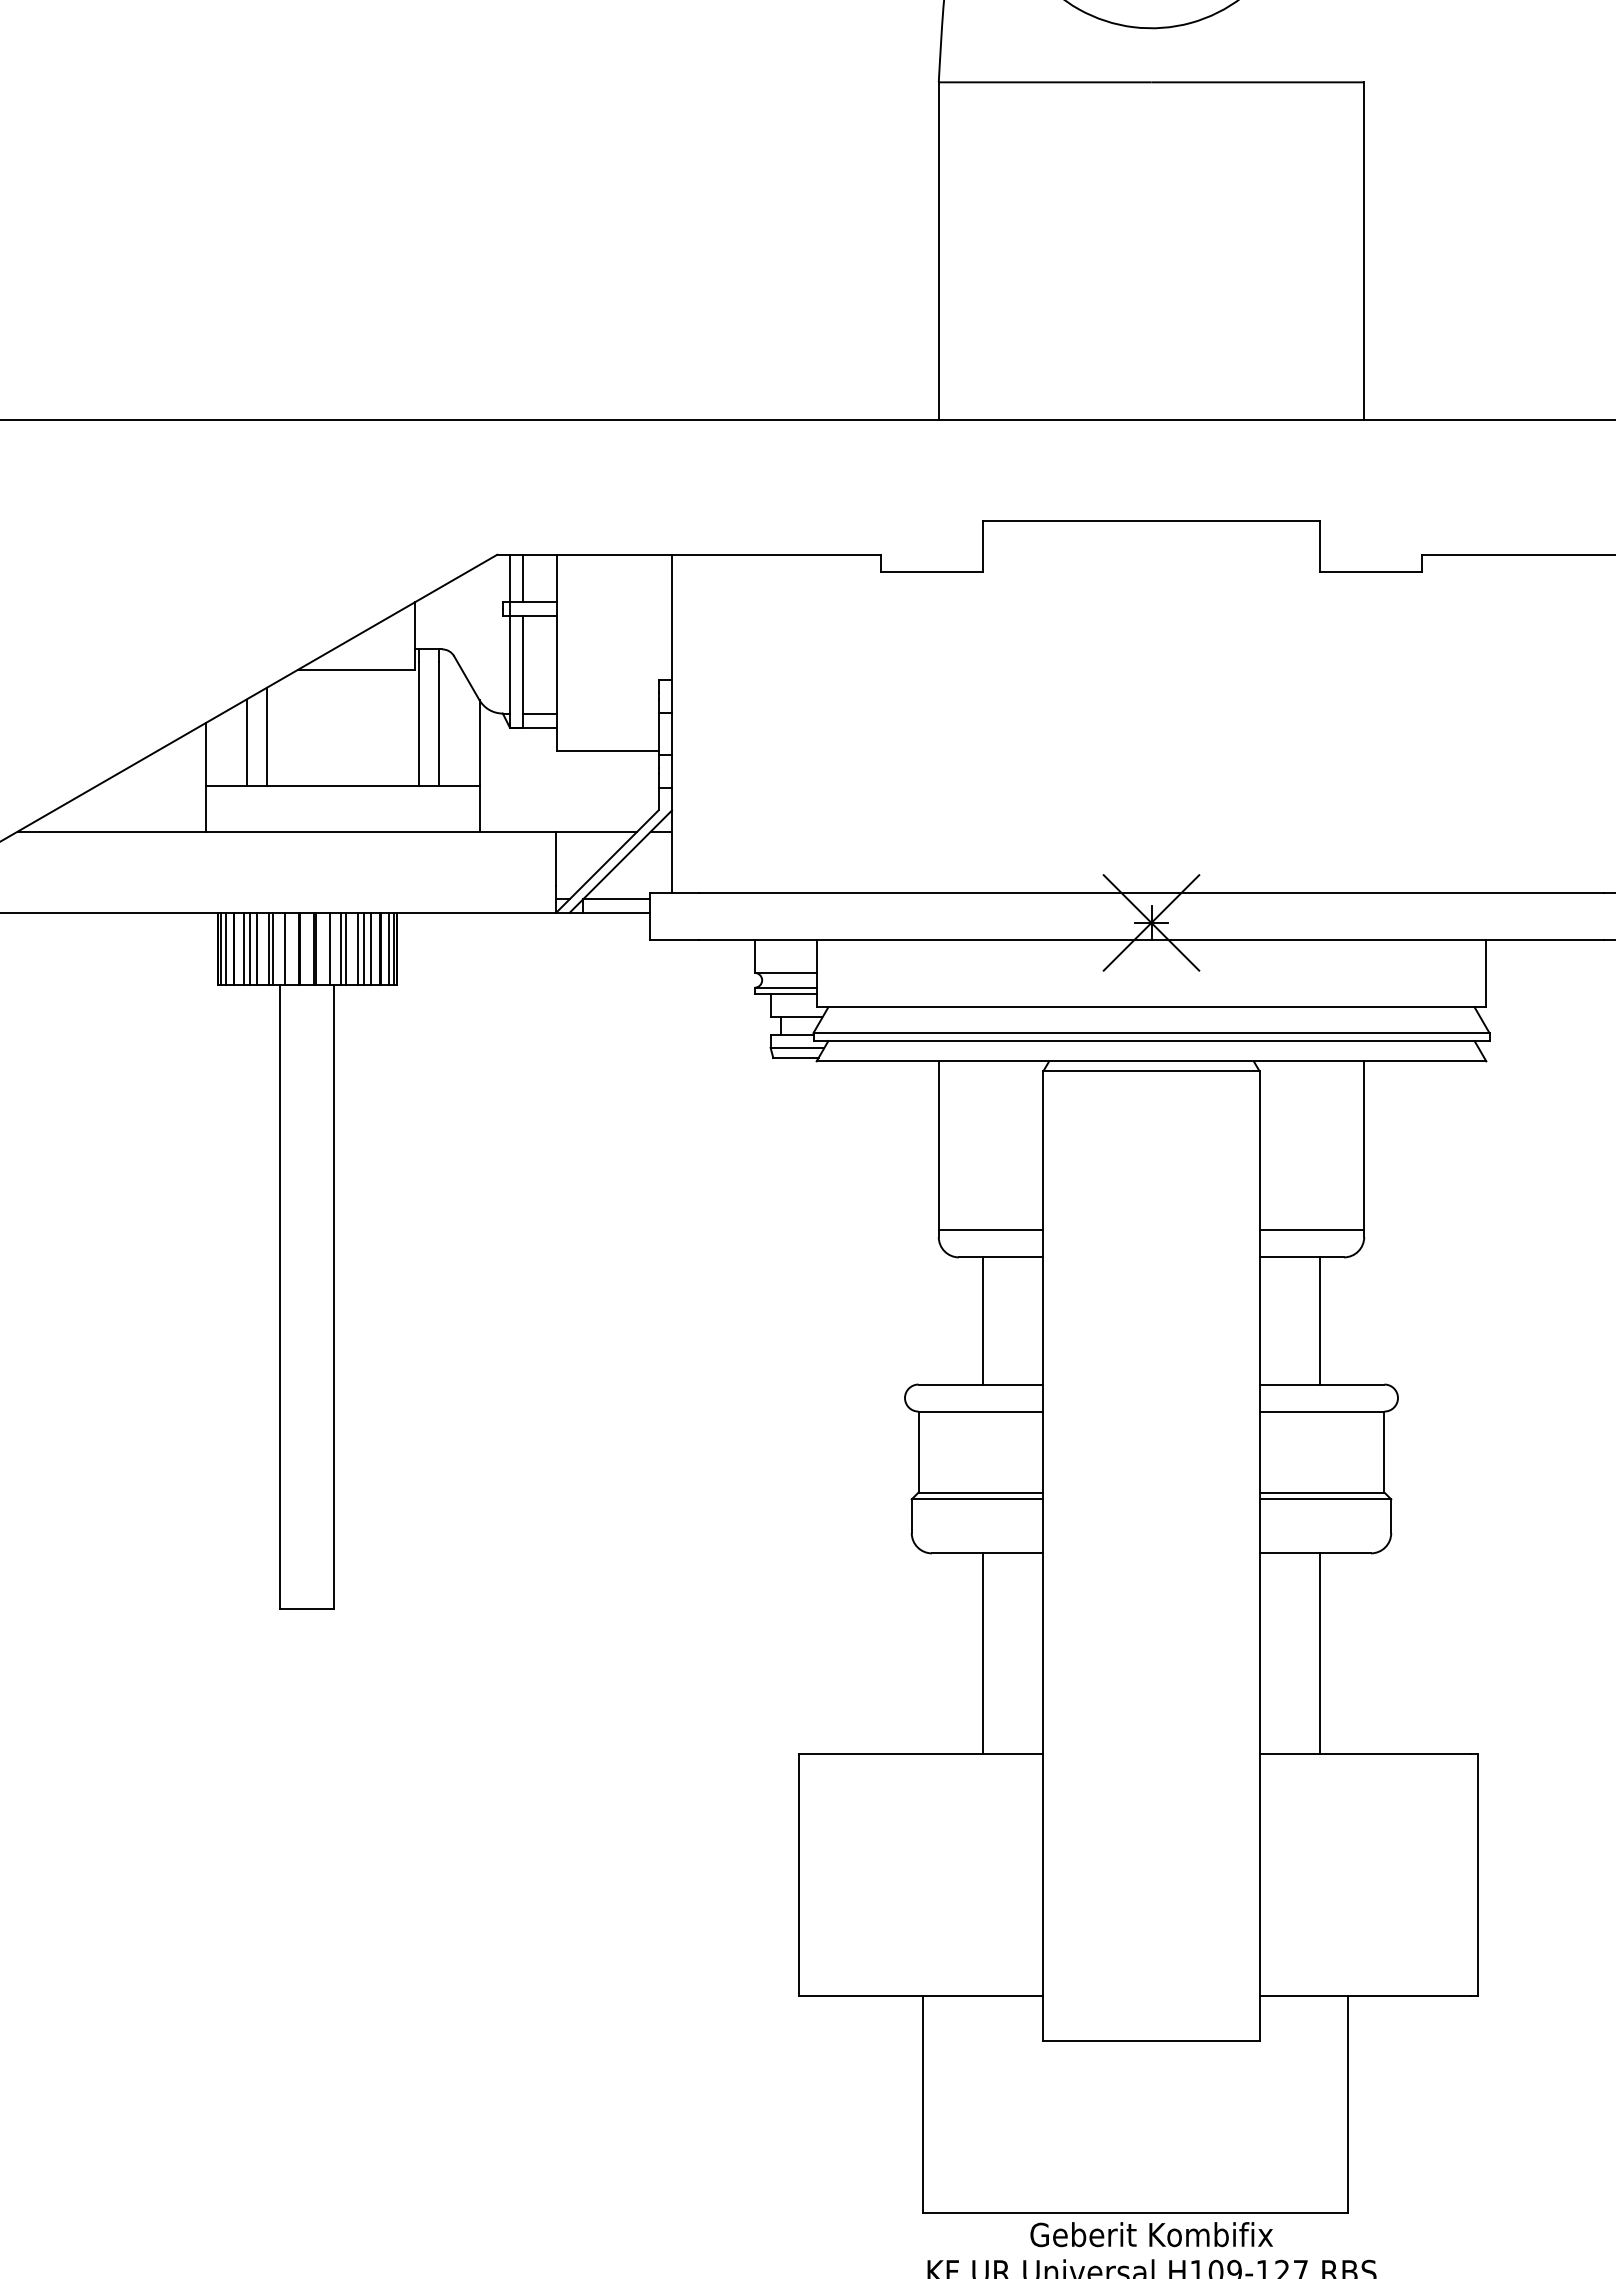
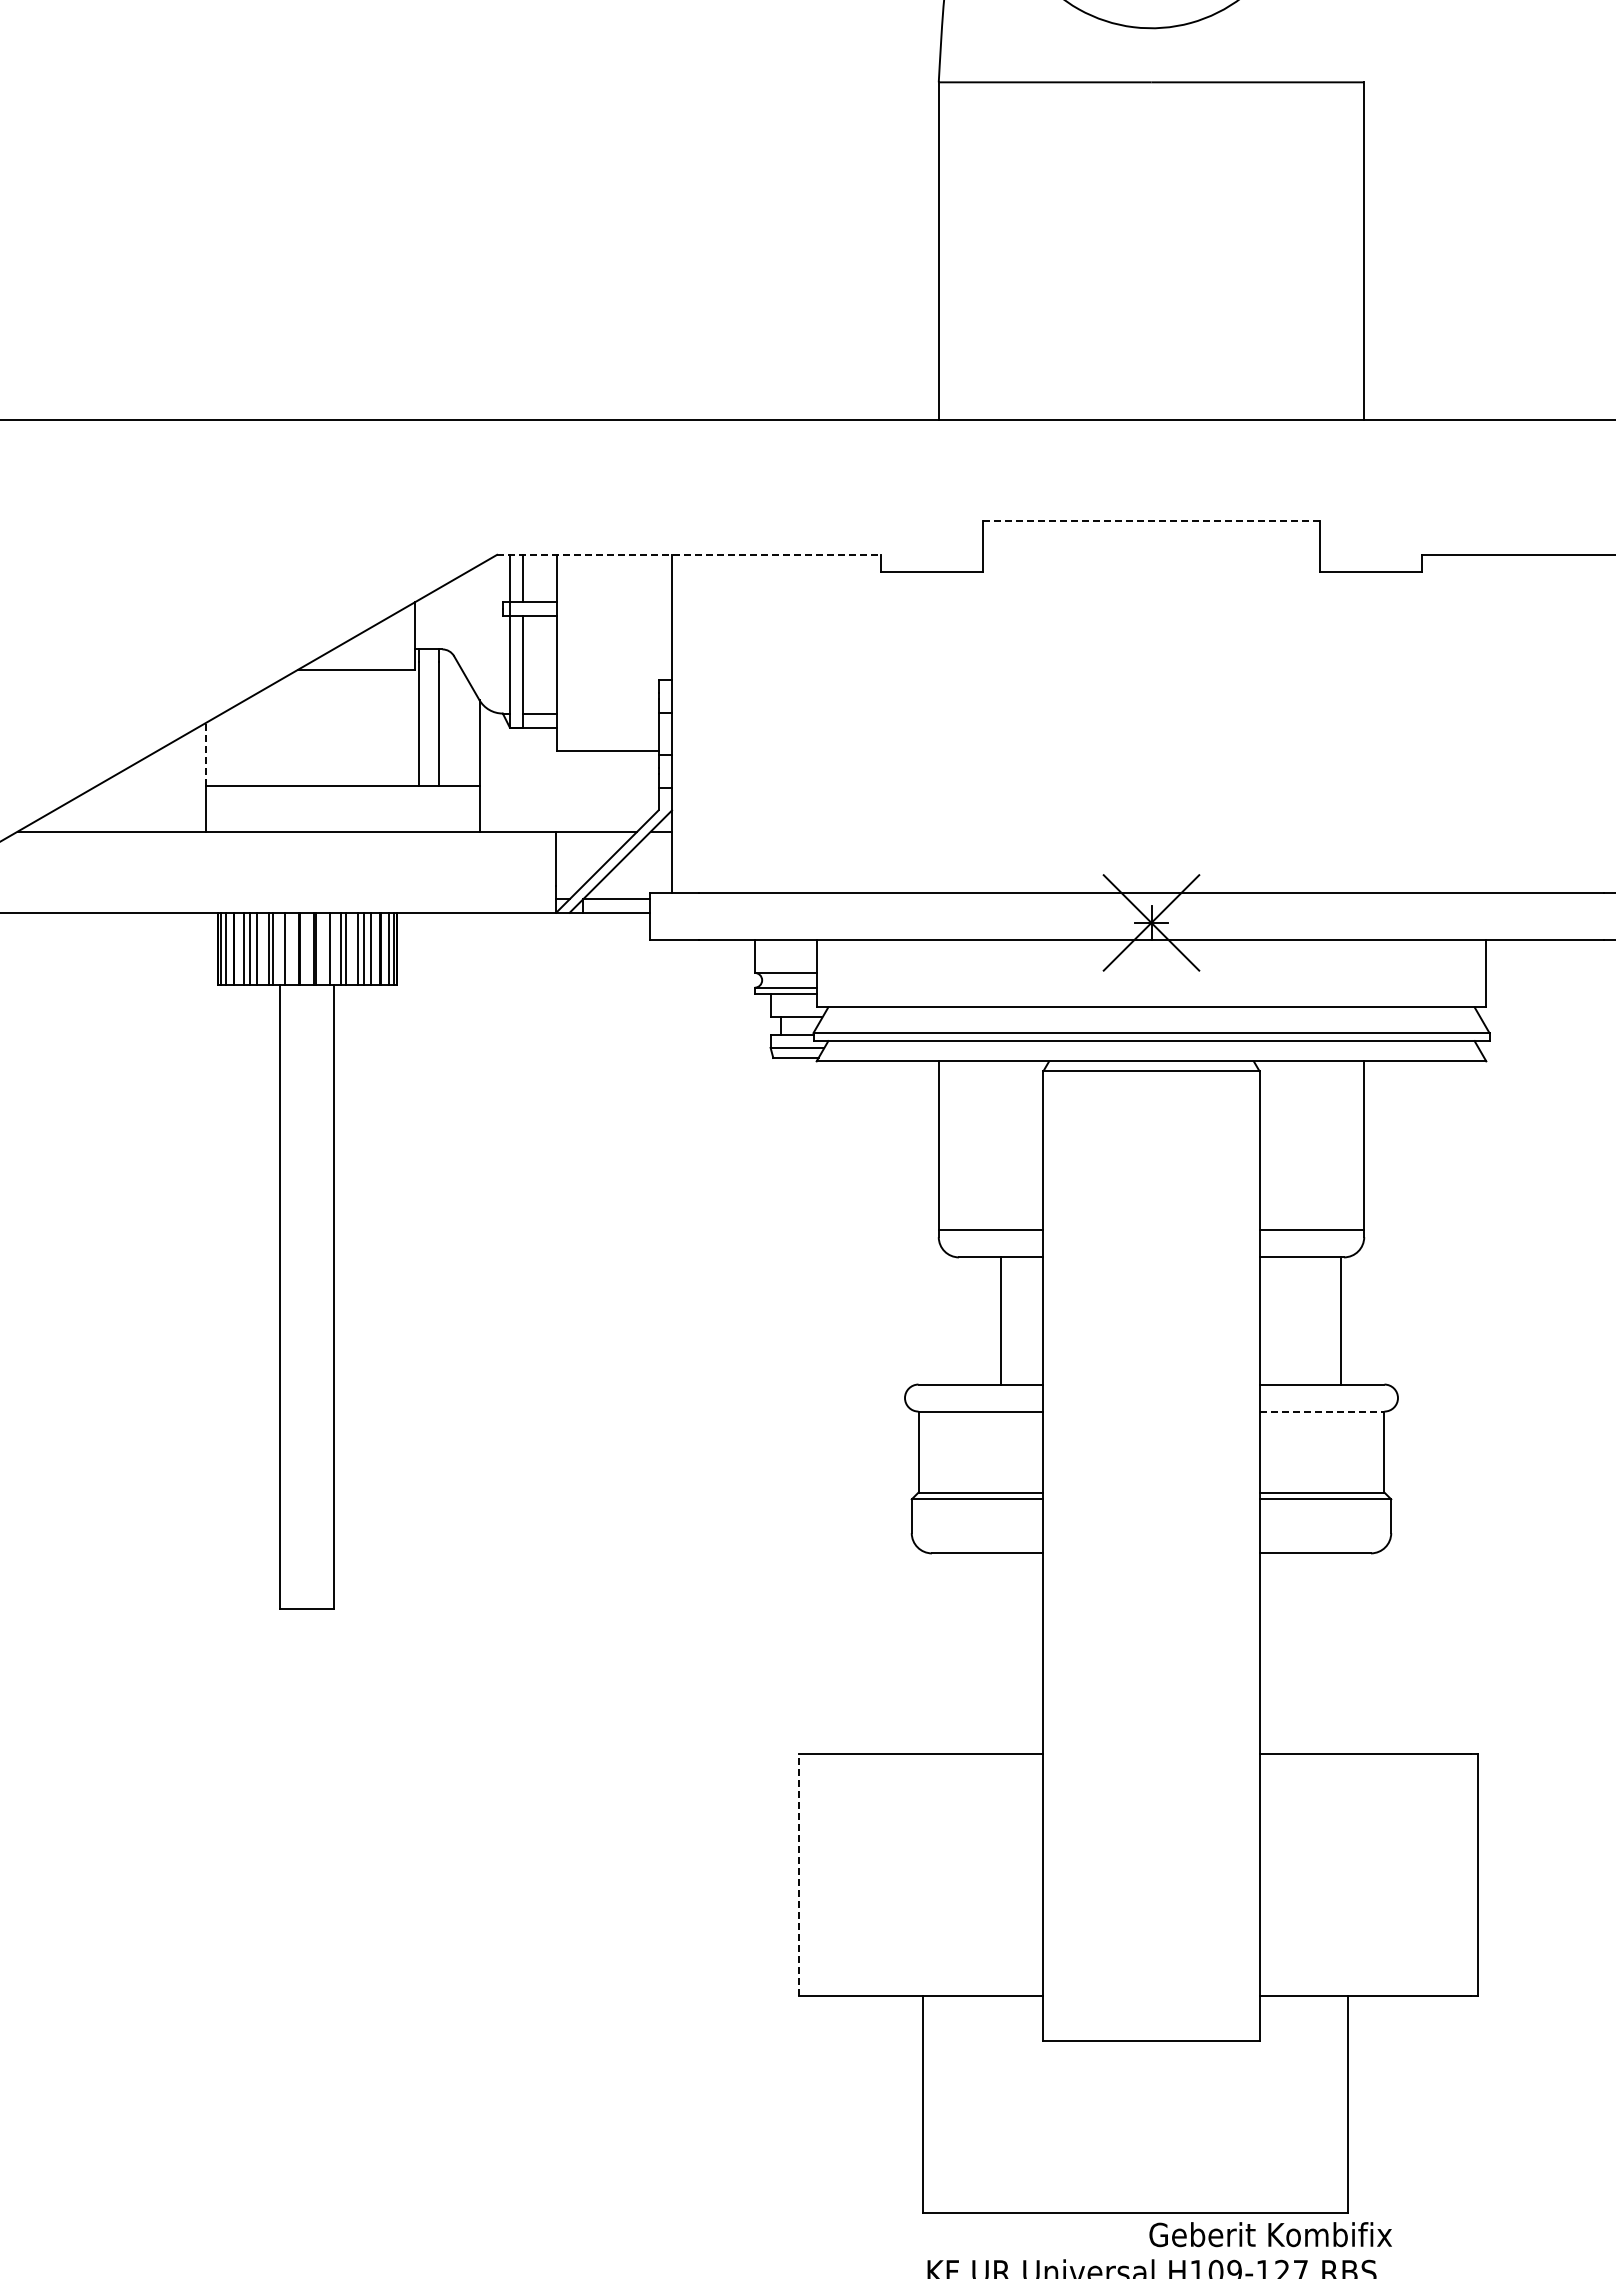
line at (1151, 521): solid -> dashed
line at (689, 554): solid -> dashed
line at (266, 736): present -> none
line at (246, 742): present -> none
line at (206, 753): solid -> dashed
line at (982, 1320) position: (982, 1320) -> (1000, 1320)
line at (1320, 1320) position: (1320, 1320) -> (1341, 1320)
line at (1322, 1411): solid -> dashed
line at (982, 1653): present -> none
line at (1320, 1653): present -> none
line at (799, 1874): solid -> dashed
text at (1151, 2234) position: (1151, 2234) -> (1270, 2234)
